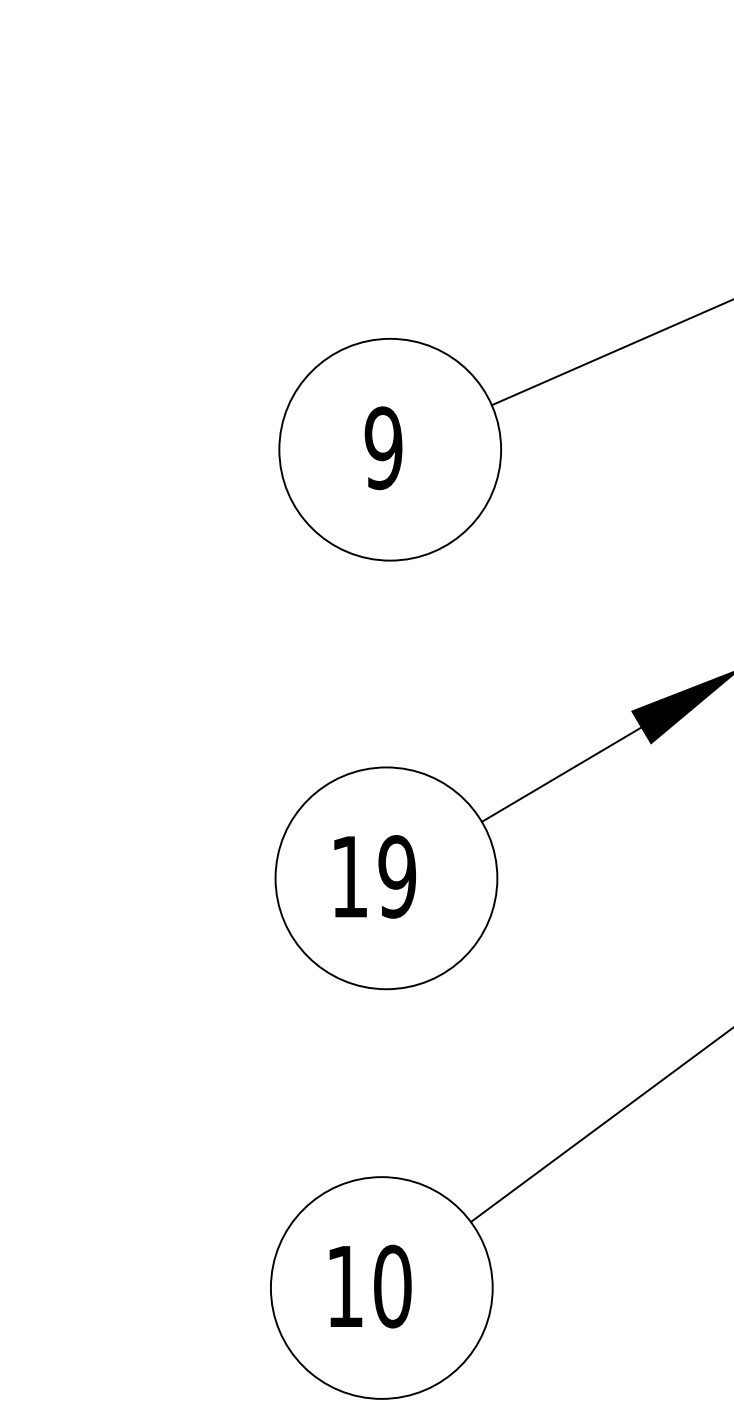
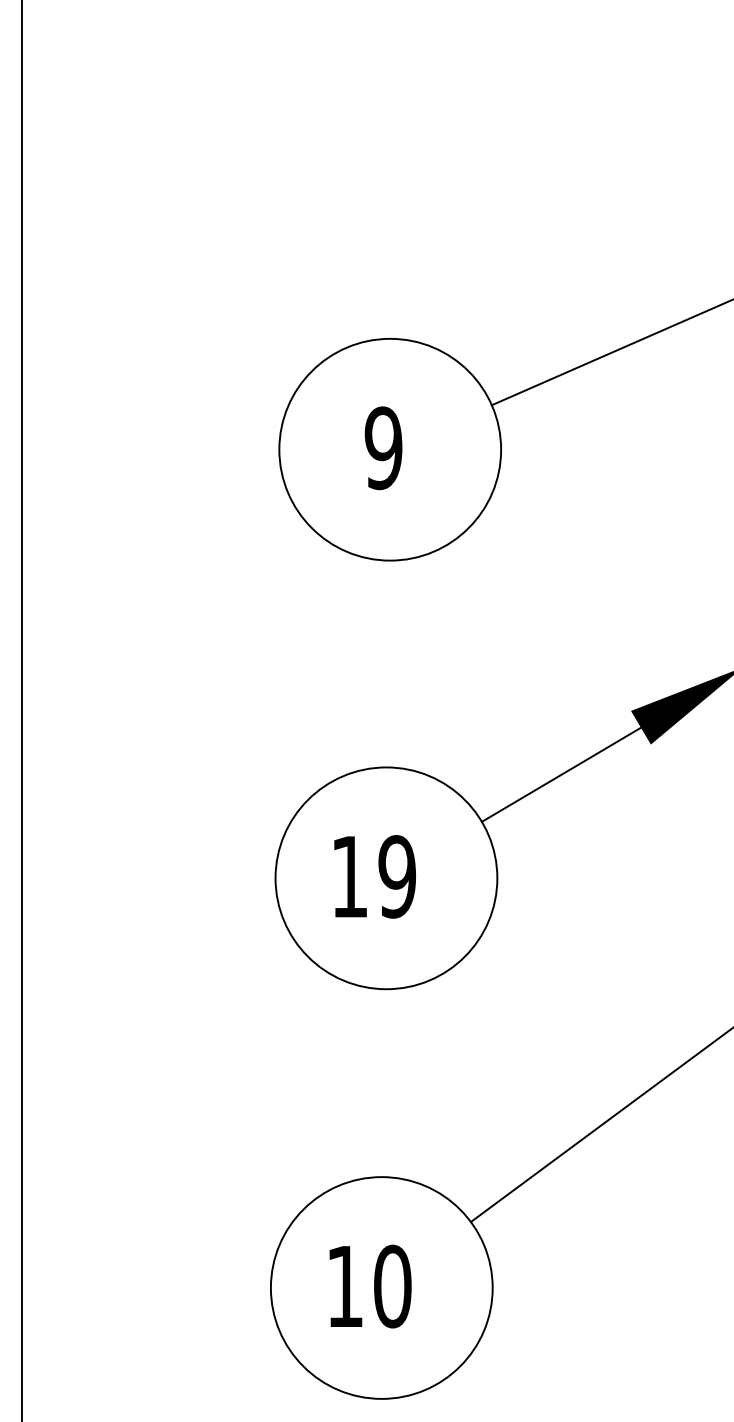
line at (21, 710): none -> present
